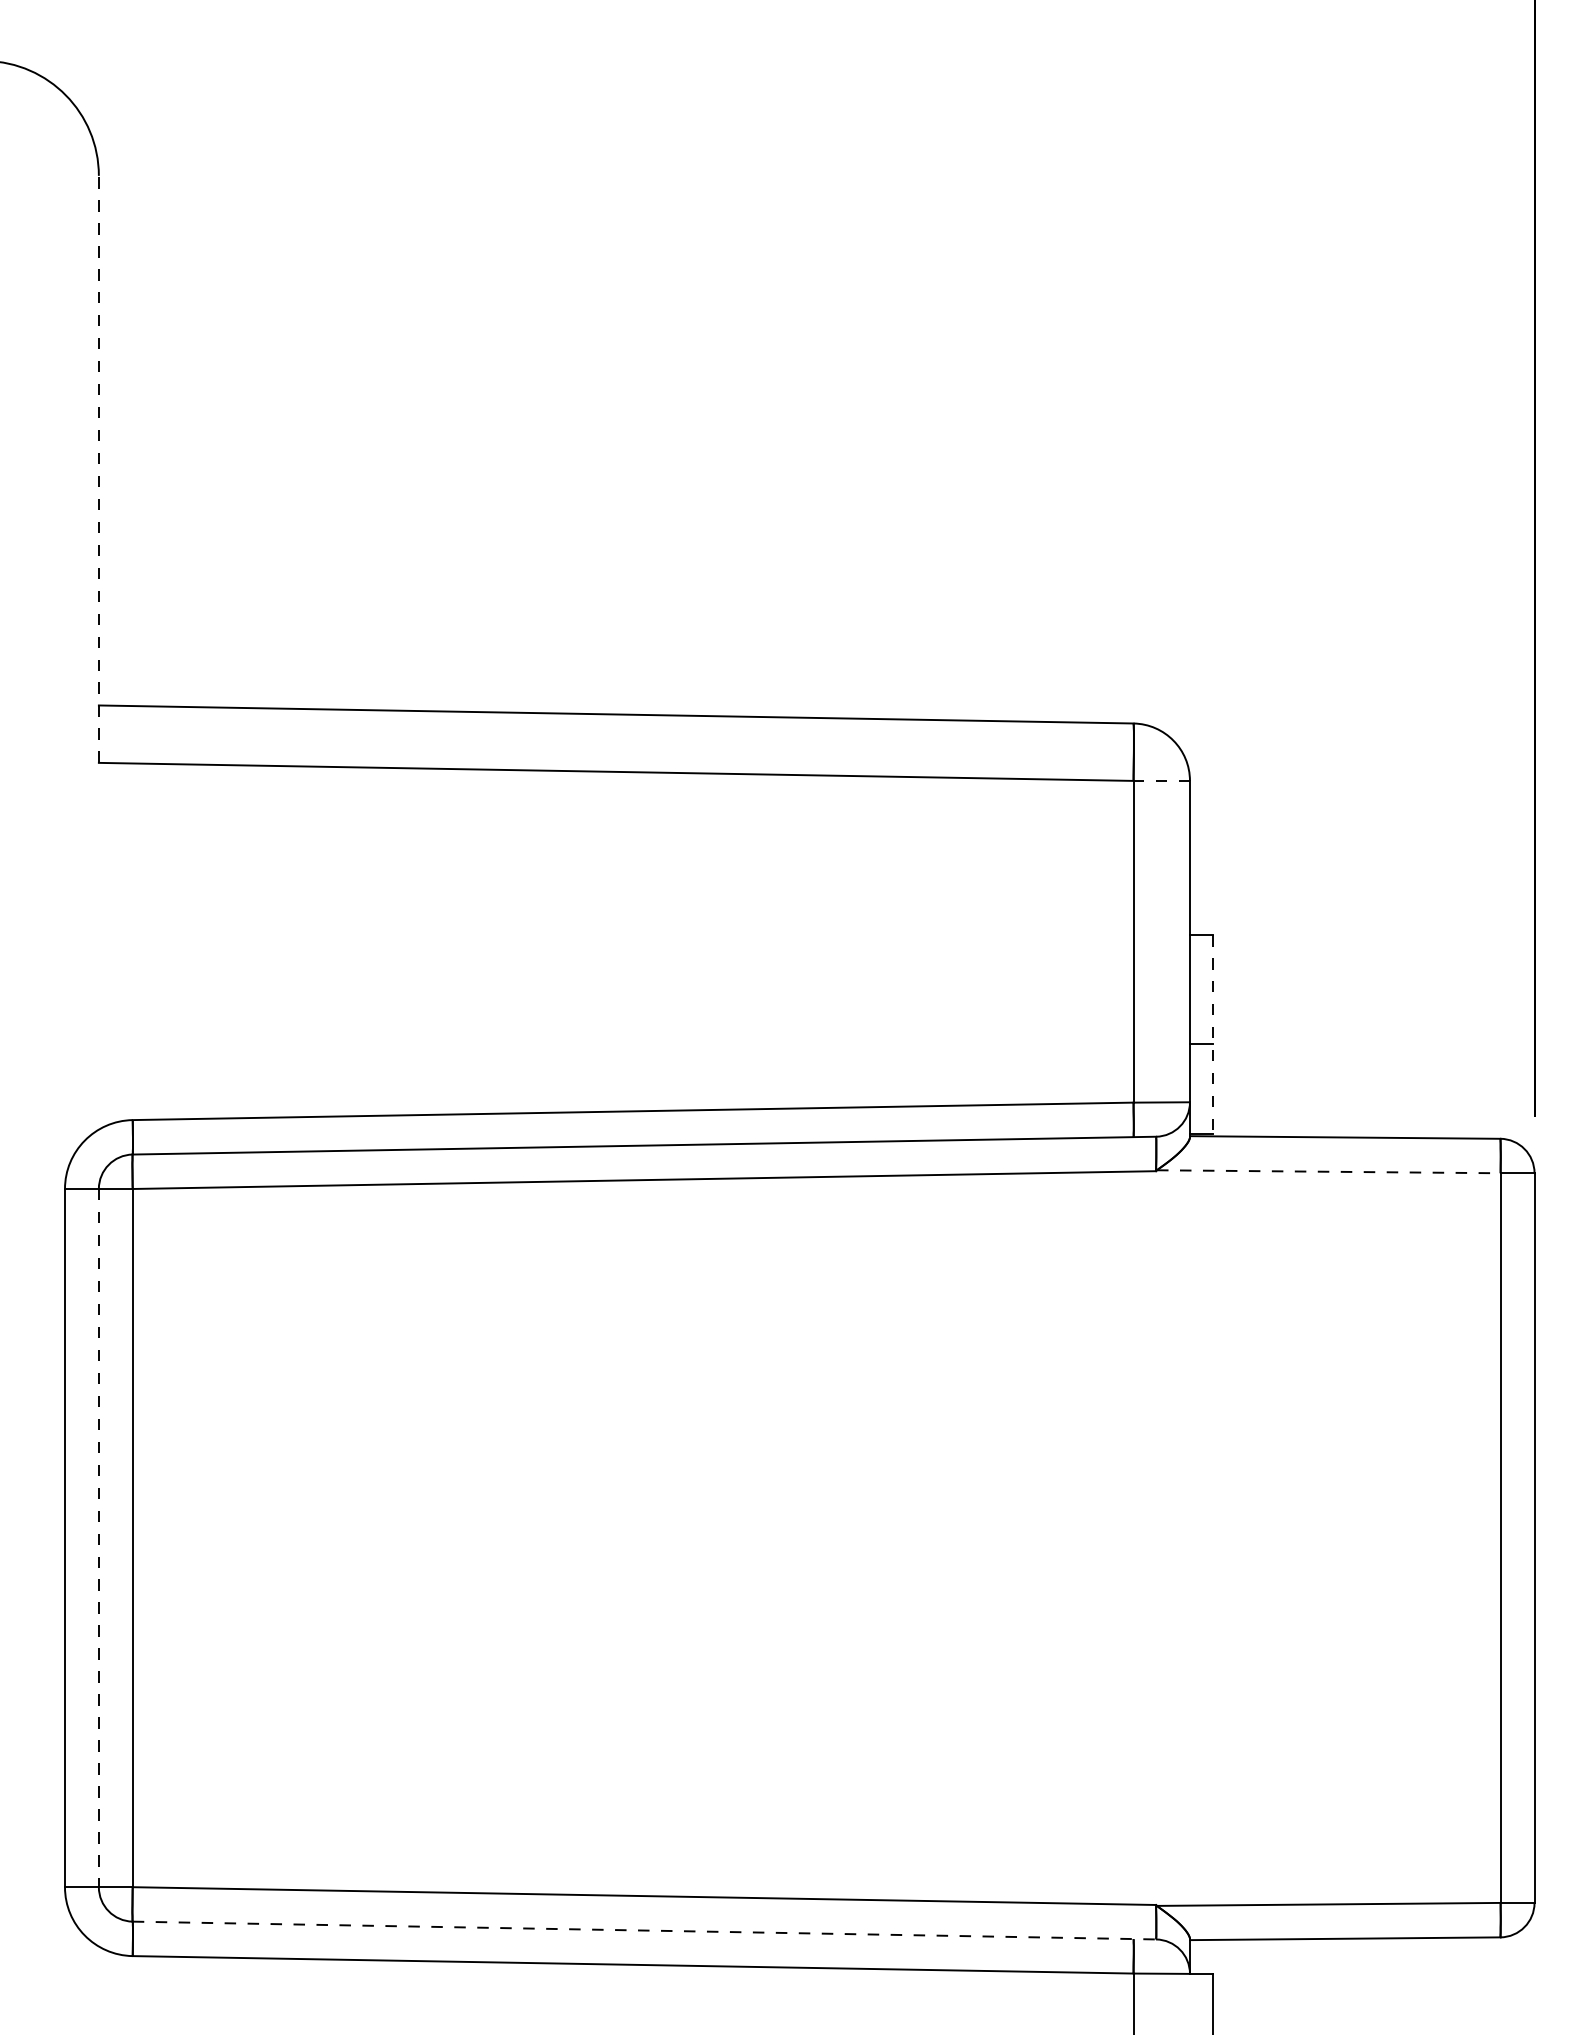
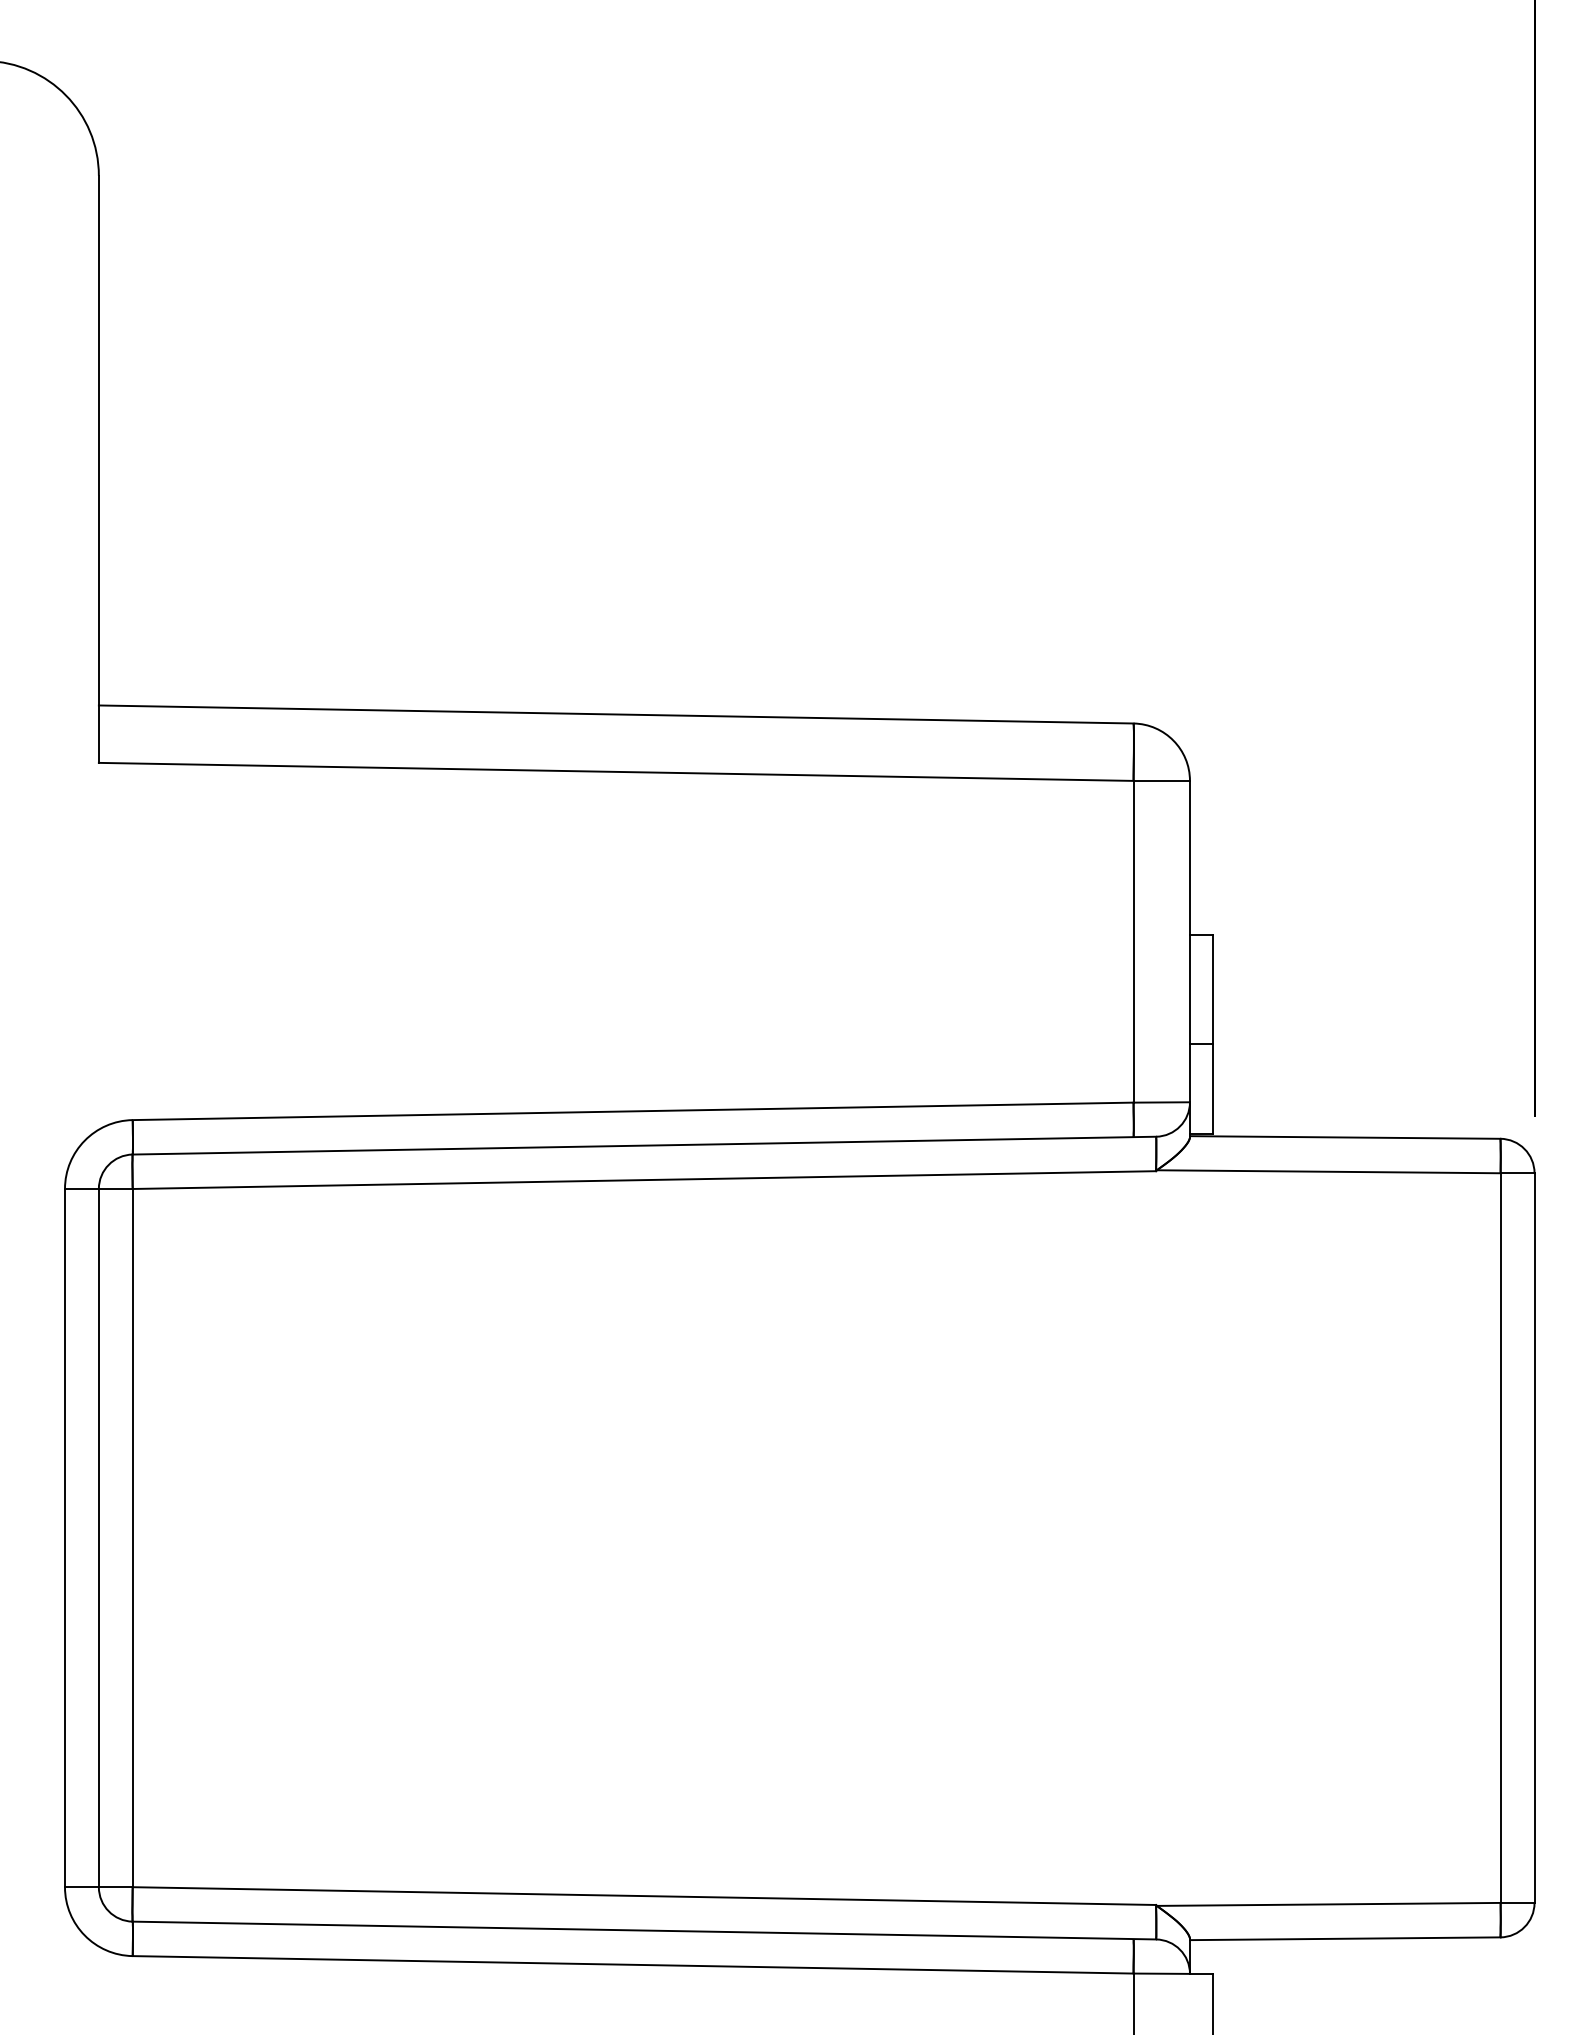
line at (98, 469): dashed -> solid
line at (1161, 780): dashed -> solid
line at (1212, 1034): dashed -> solid
line at (1328, 1171): dashed -> solid
line at (98, 1538): dashed -> solid
line at (644, 1930): dashed -> solid
